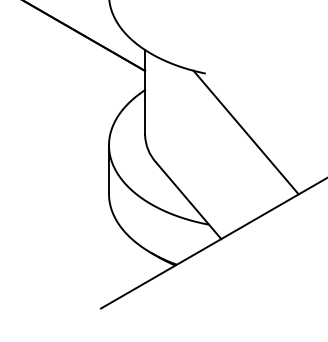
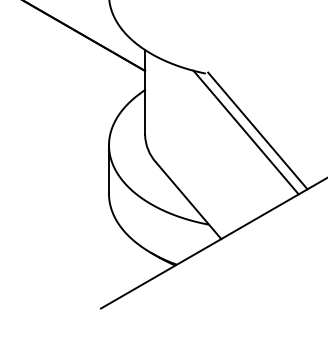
line at (257, 130): none -> present
